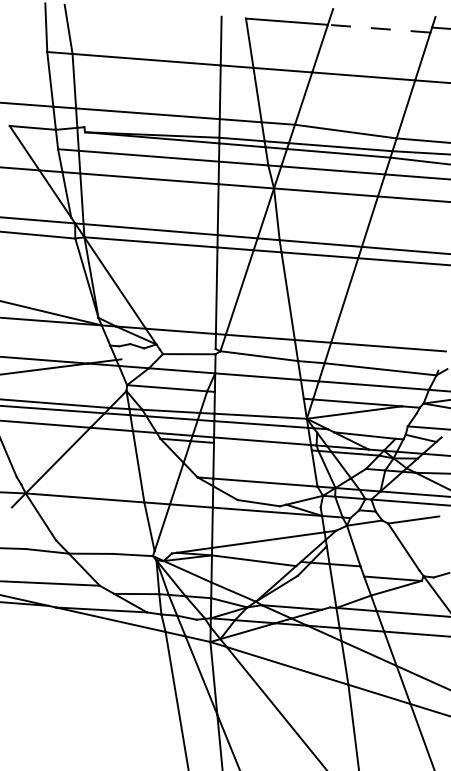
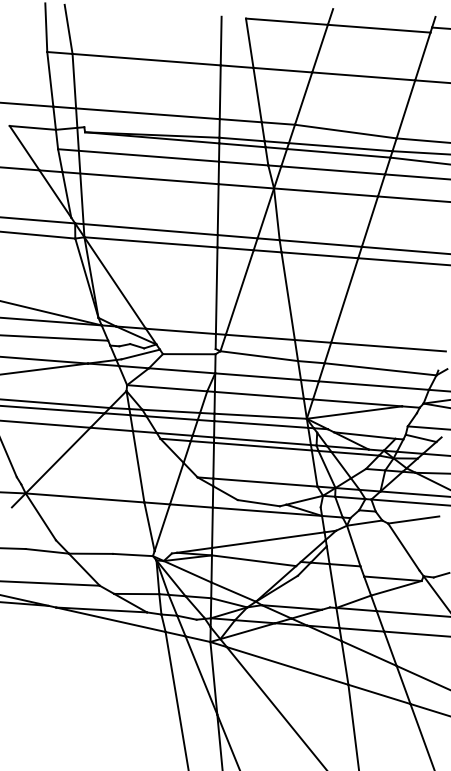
line at (378, 28): dashed -> solid
line at (55, 337): none -> present
line at (140, 354): none -> present
line at (258, 394): none -> present
line at (262, 446): none -> present
